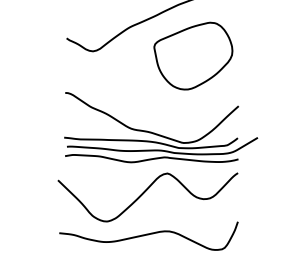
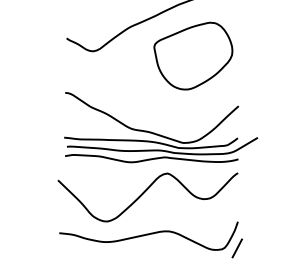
line at (236, 248): none -> present
